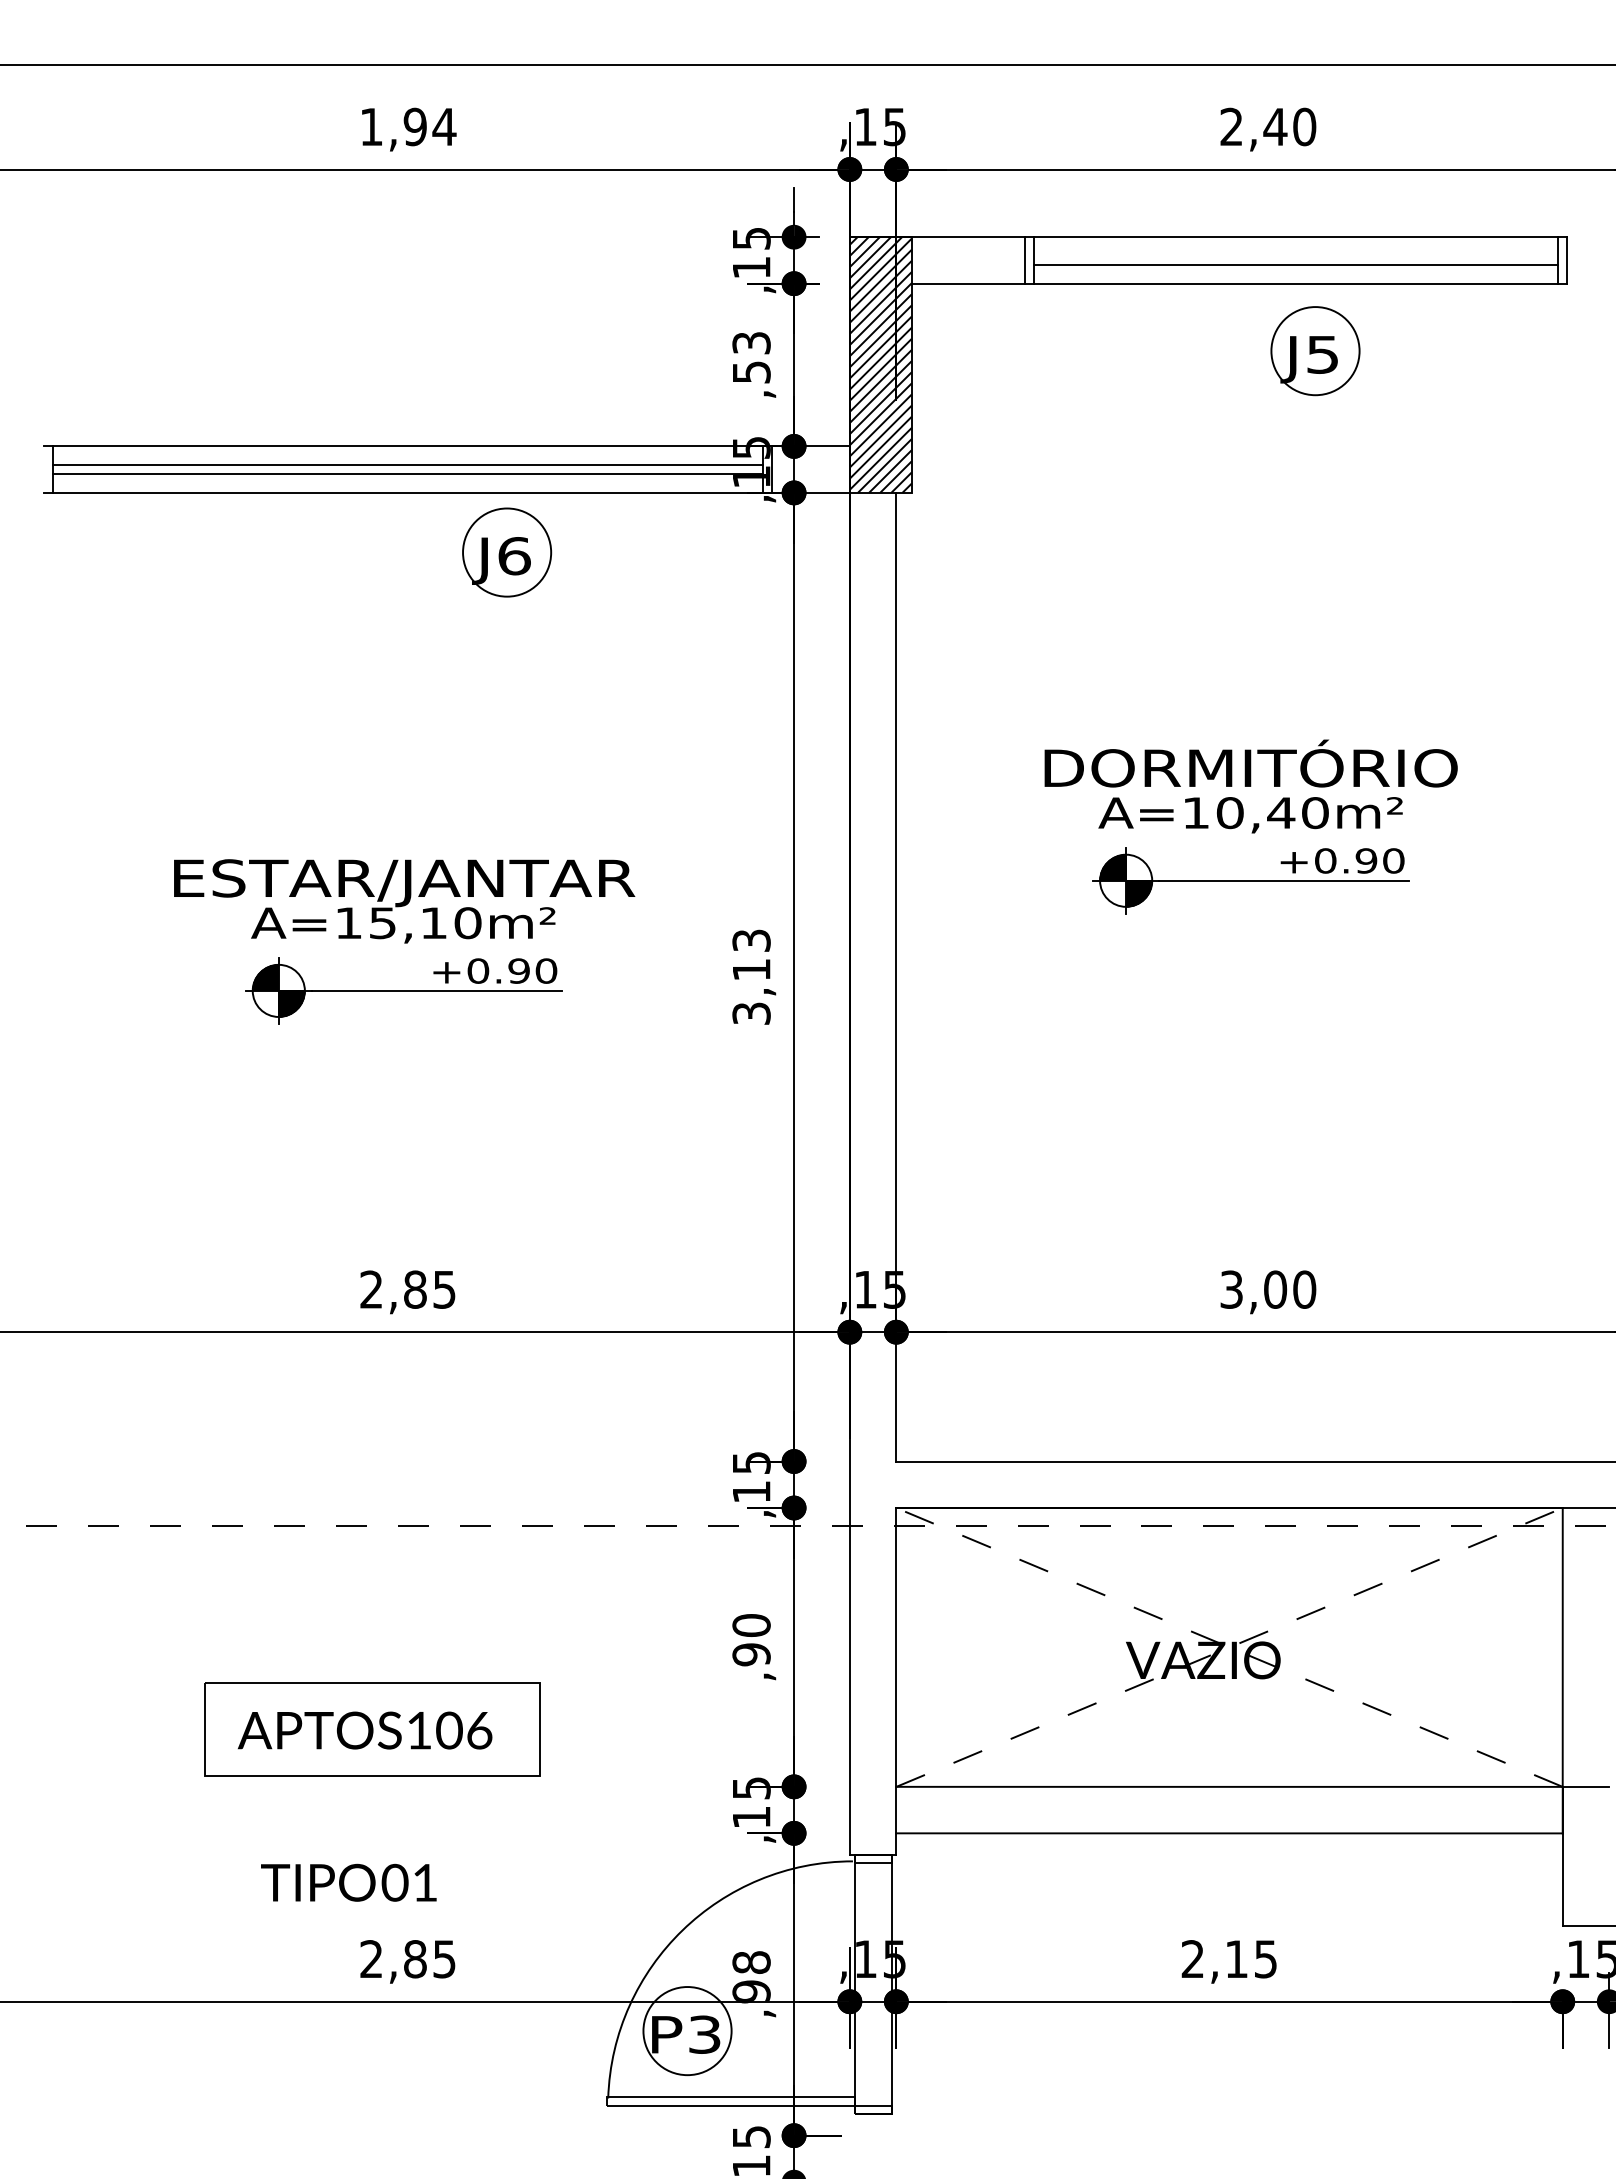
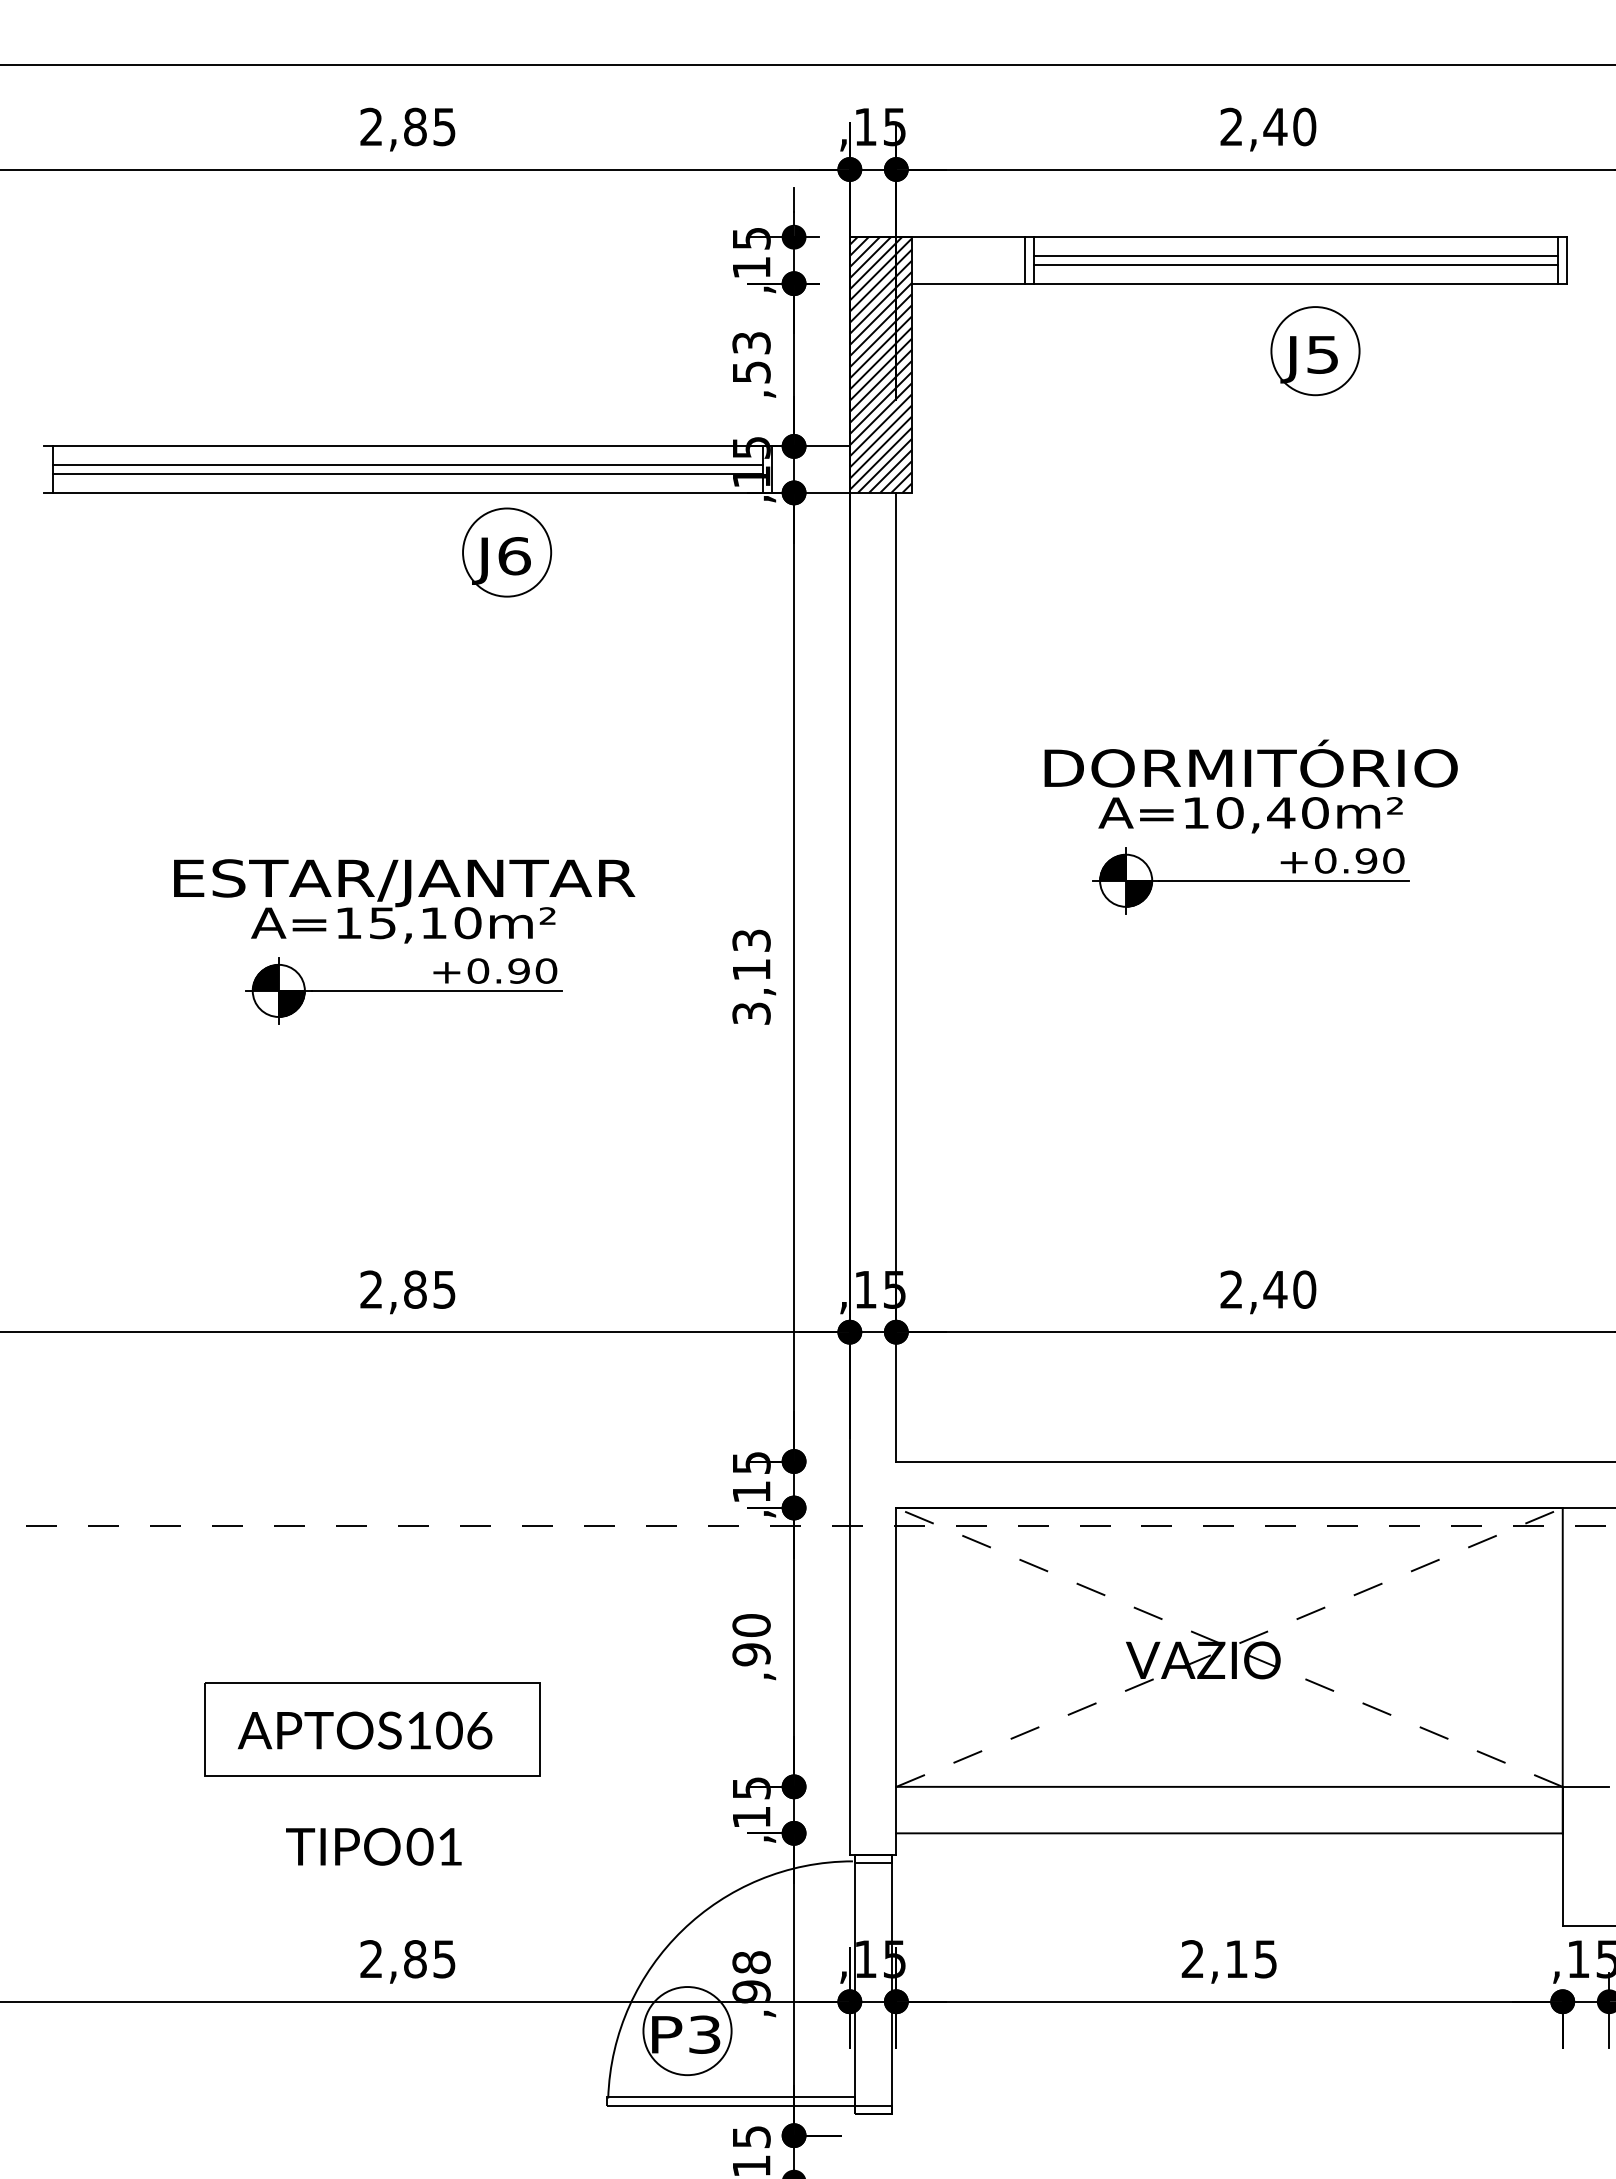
text at (408, 126): 1,94 -> 2,85
line at (1296, 255): none -> present
text at (1253, 1289): 3,00 -> 2,40
text at (348, 1882) position: (348, 1882) -> (373, 1846)
